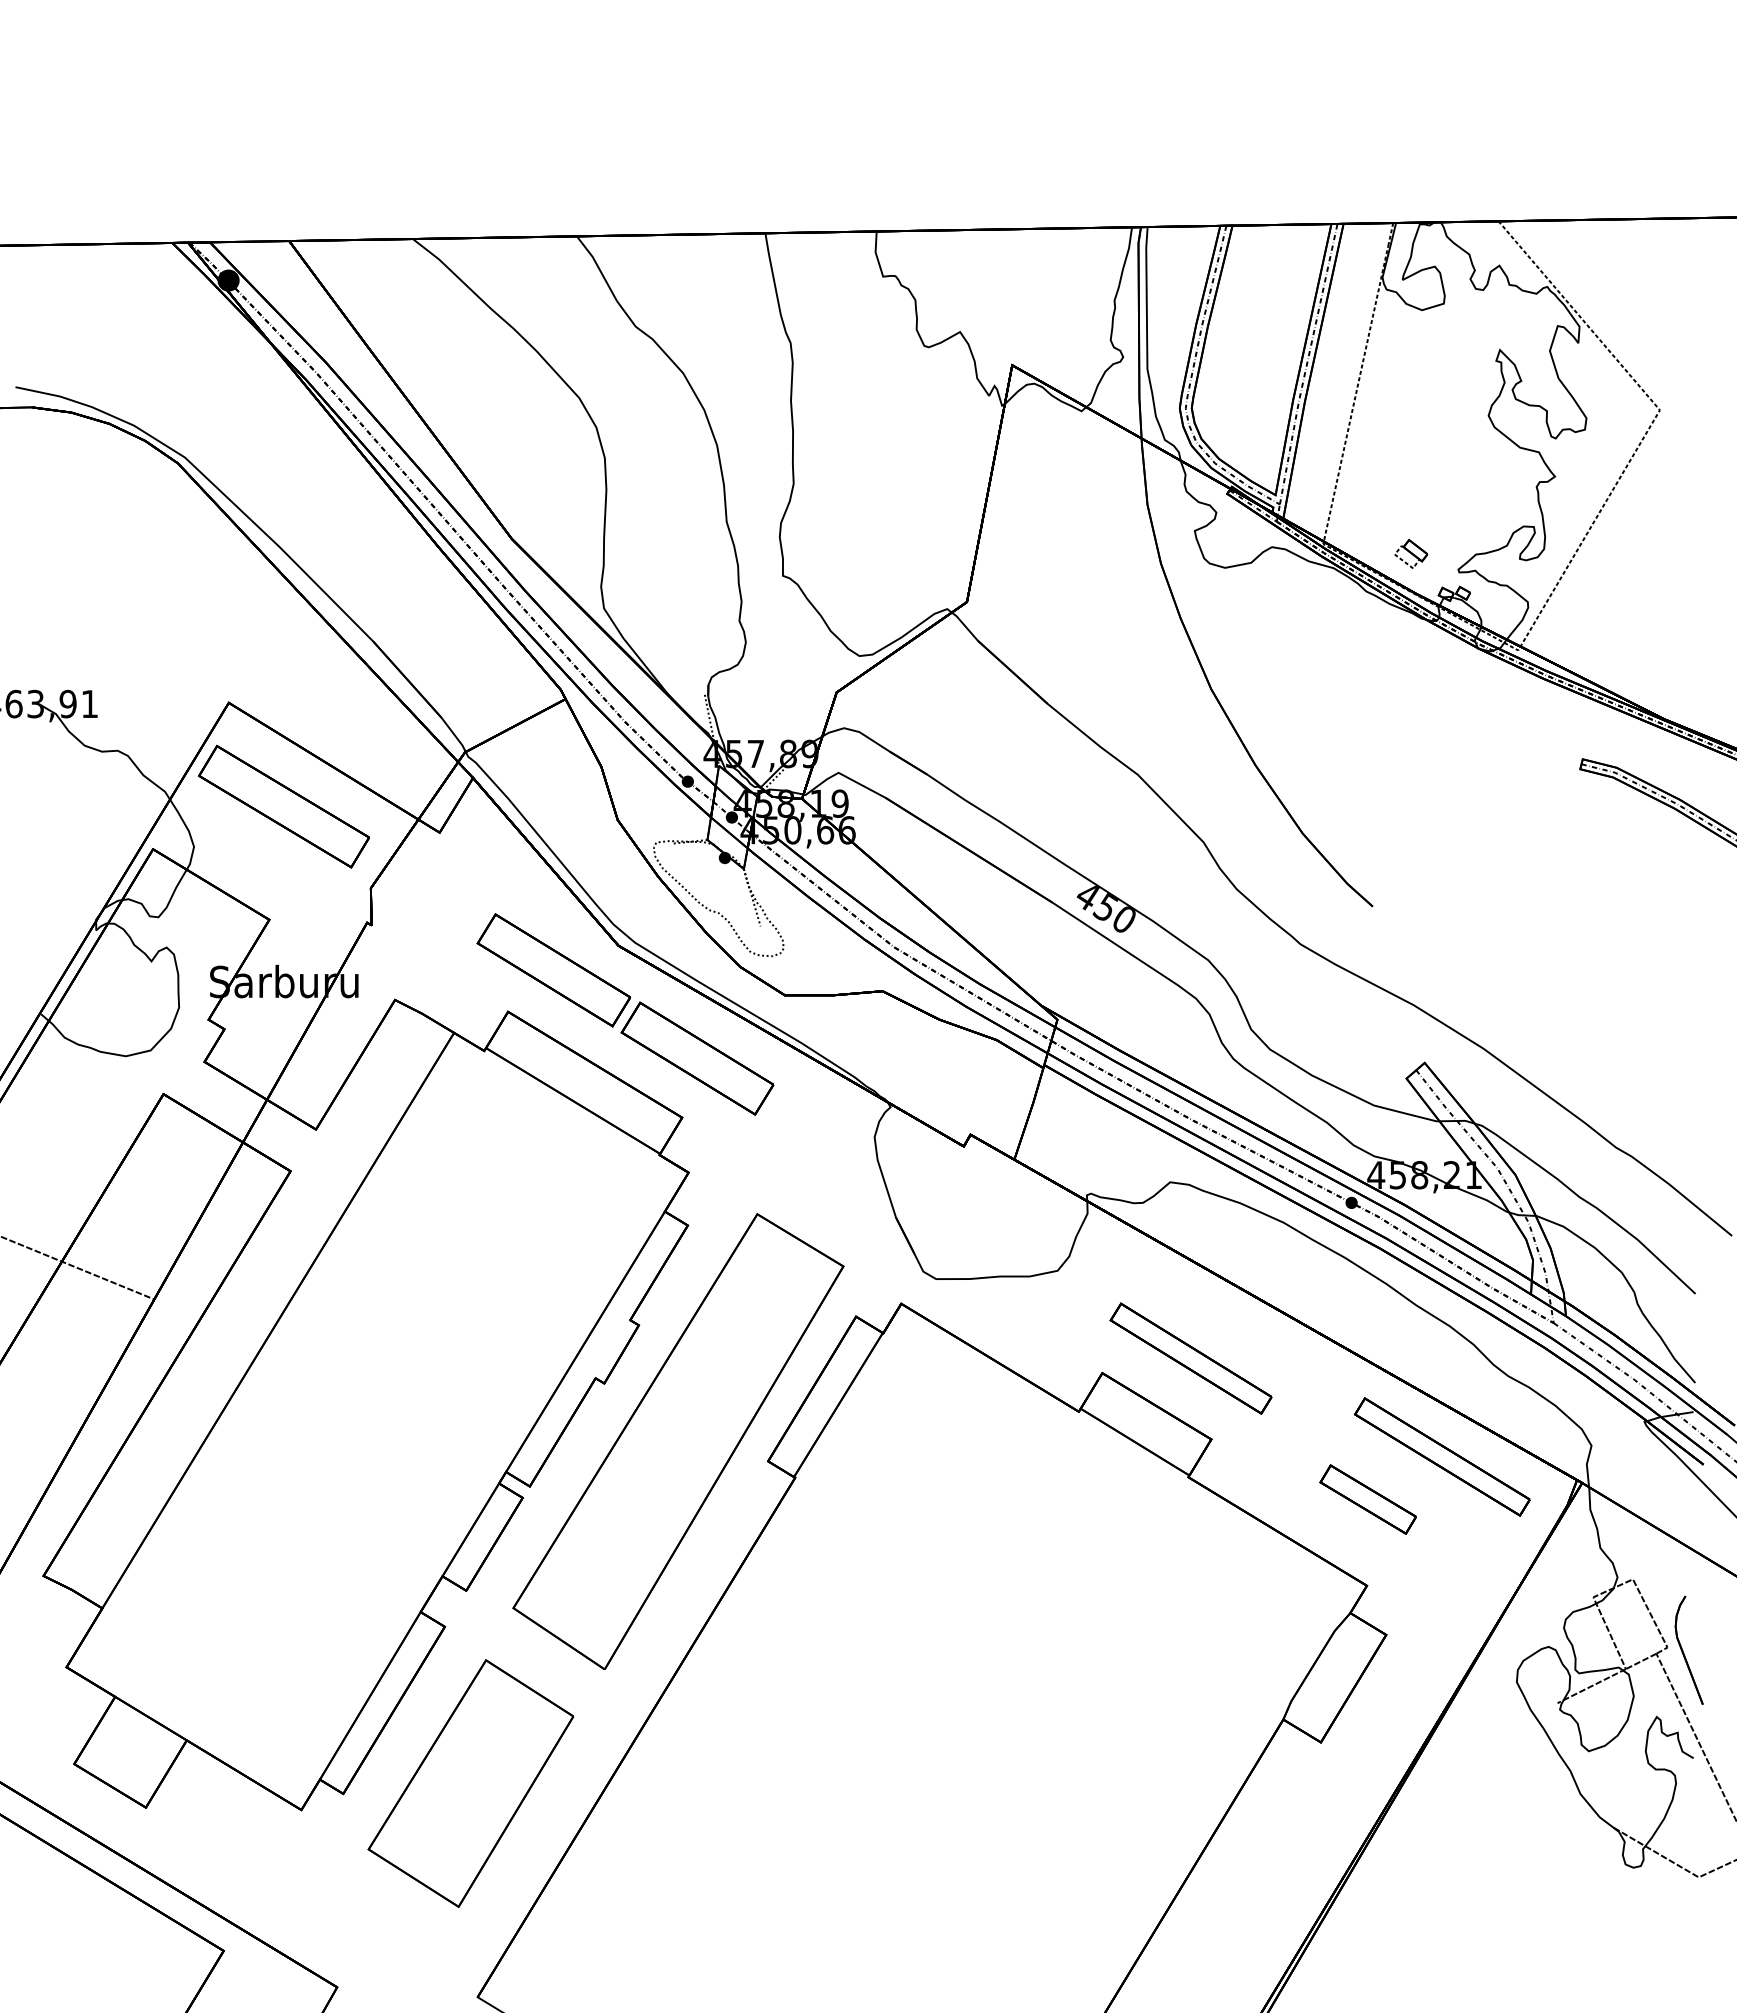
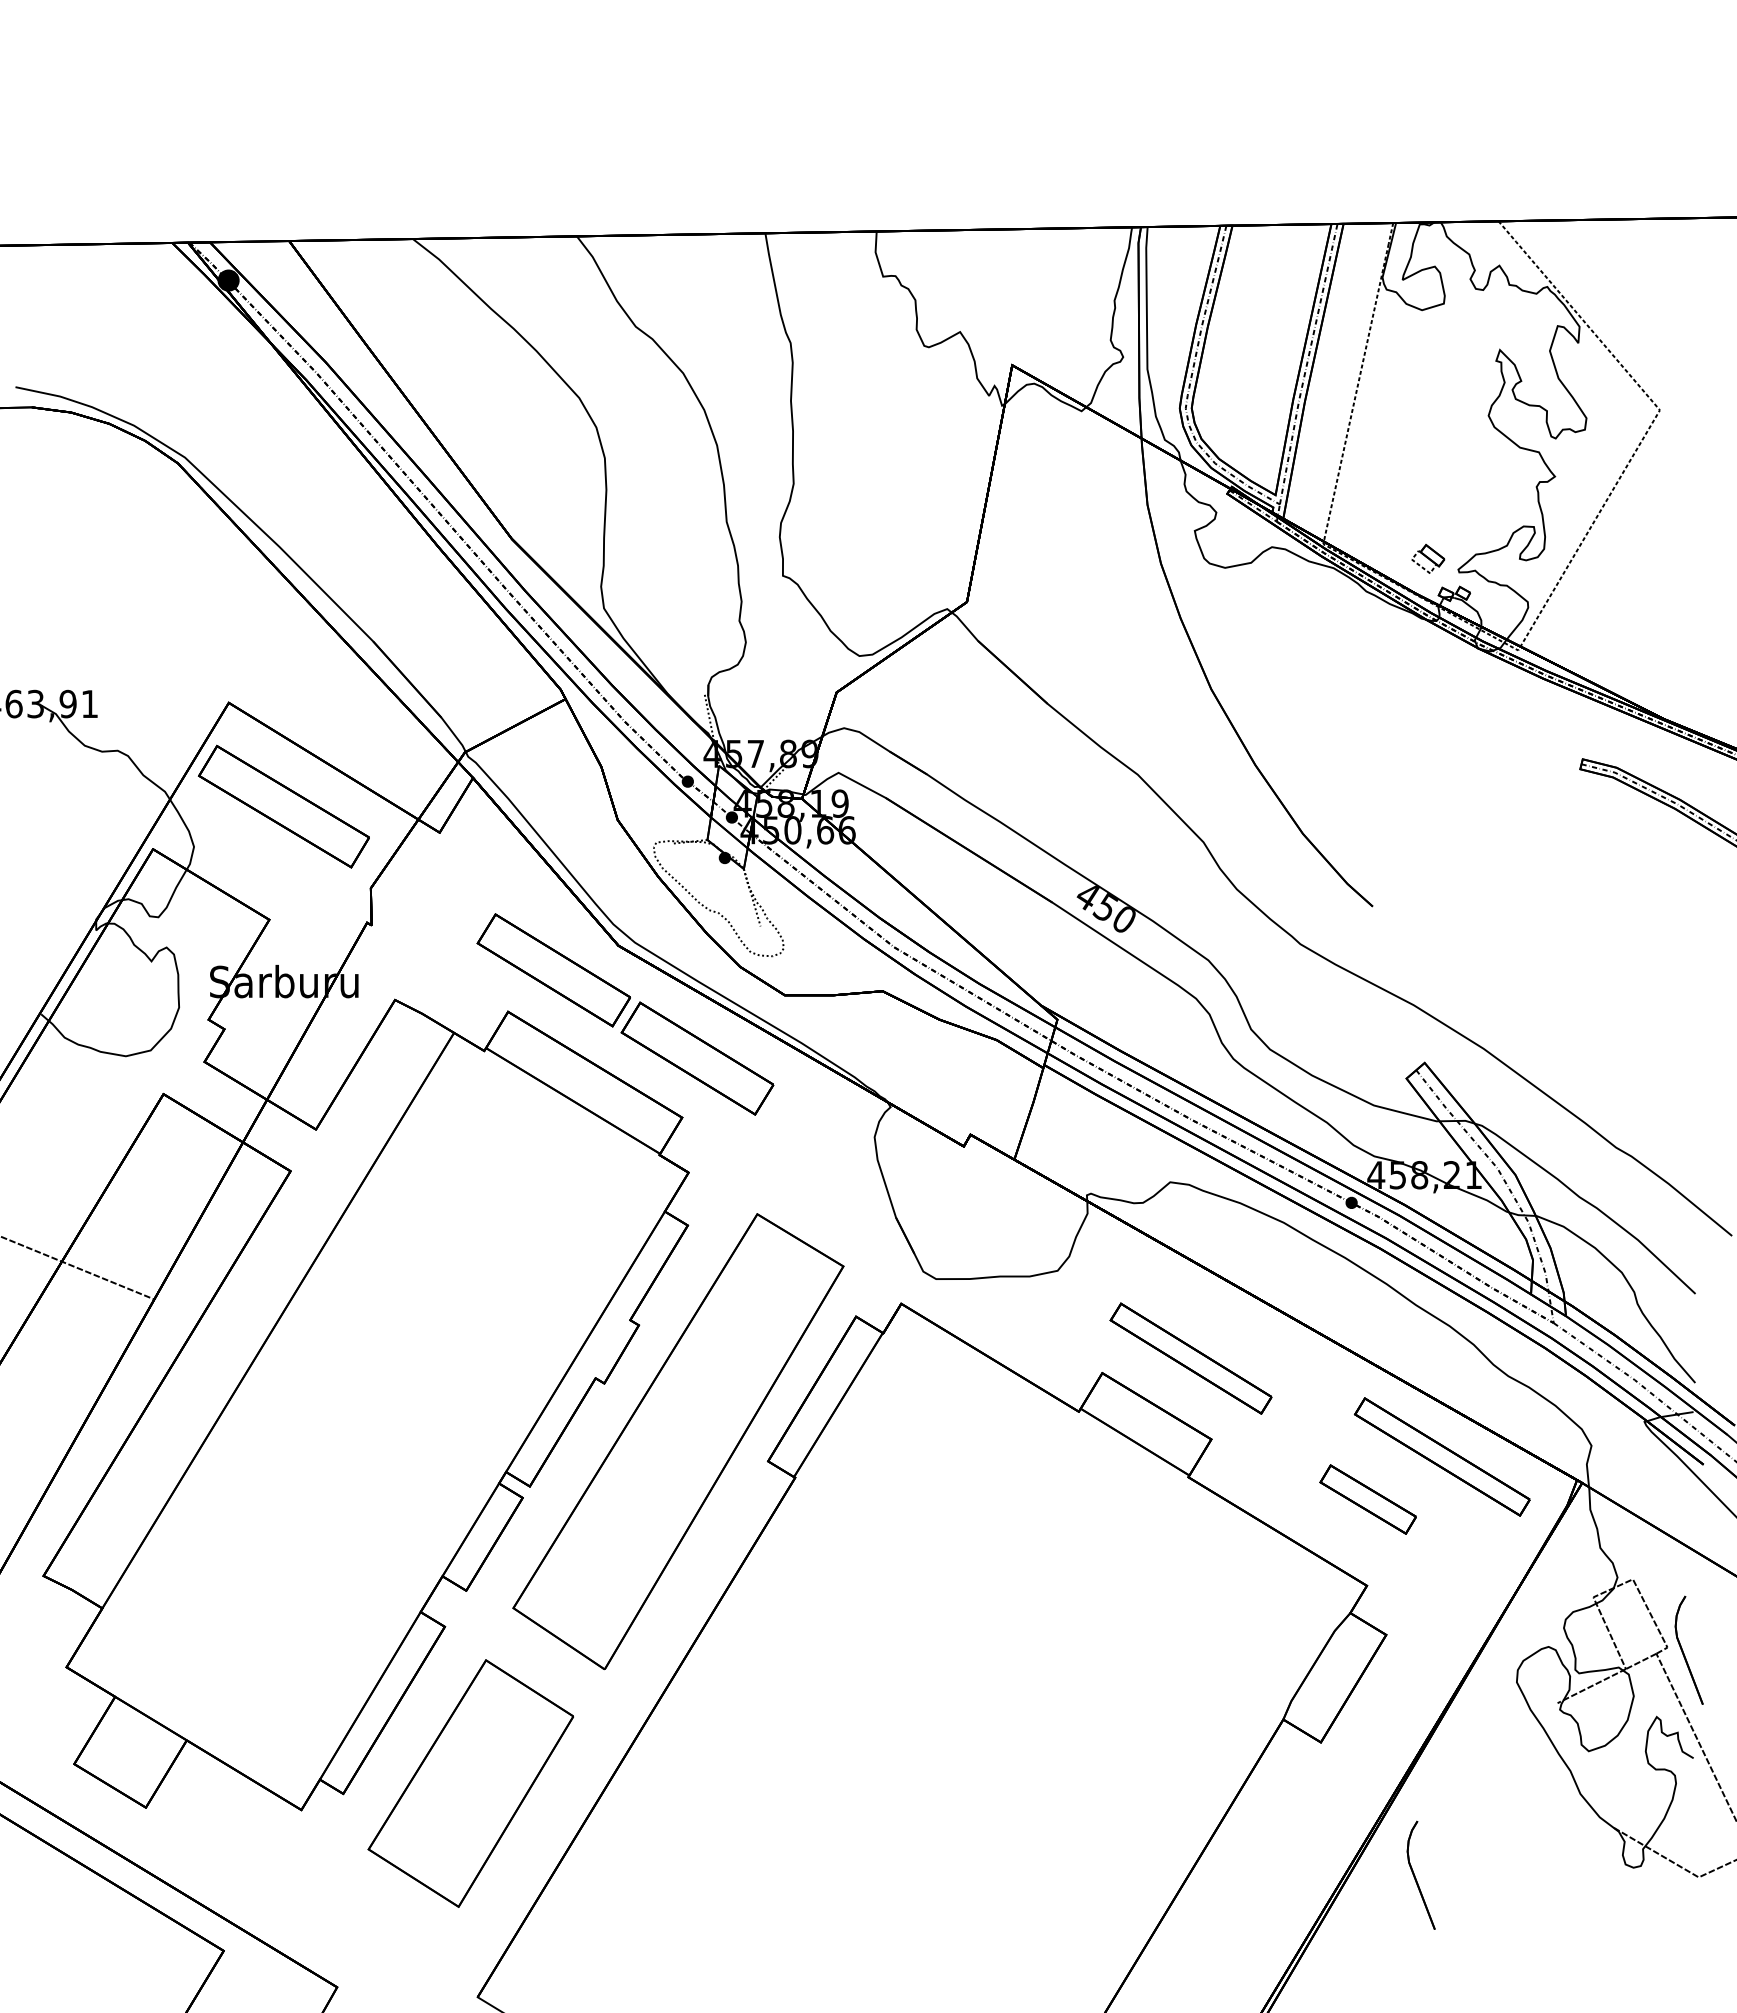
part at (1411, 553) position: (1411, 553) -> (1428, 558)
part at (1420, 1874): none -> present
